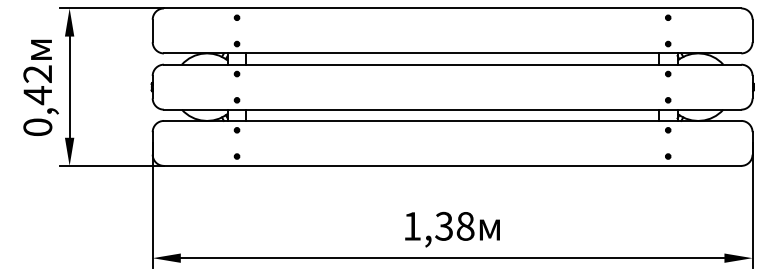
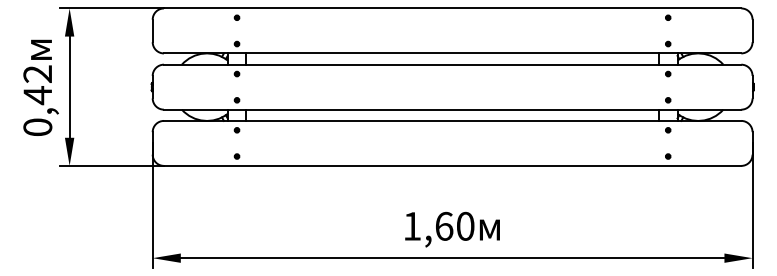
text at (454, 225): 1,38 -> 1,60
